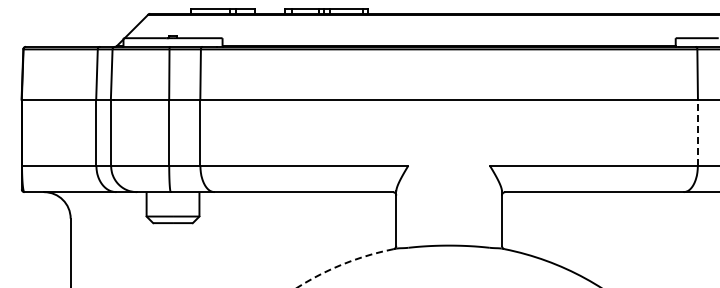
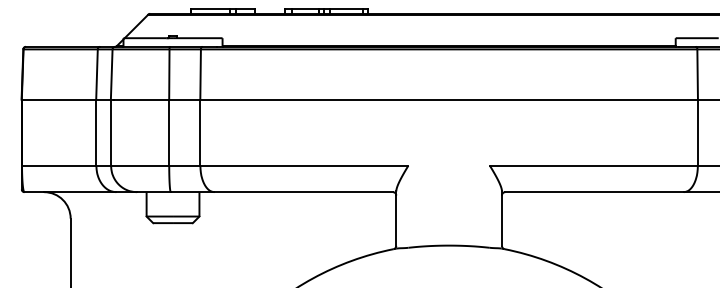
line at (697, 132): dashed -> solid
arc at (342, 264): dashed -> solid
